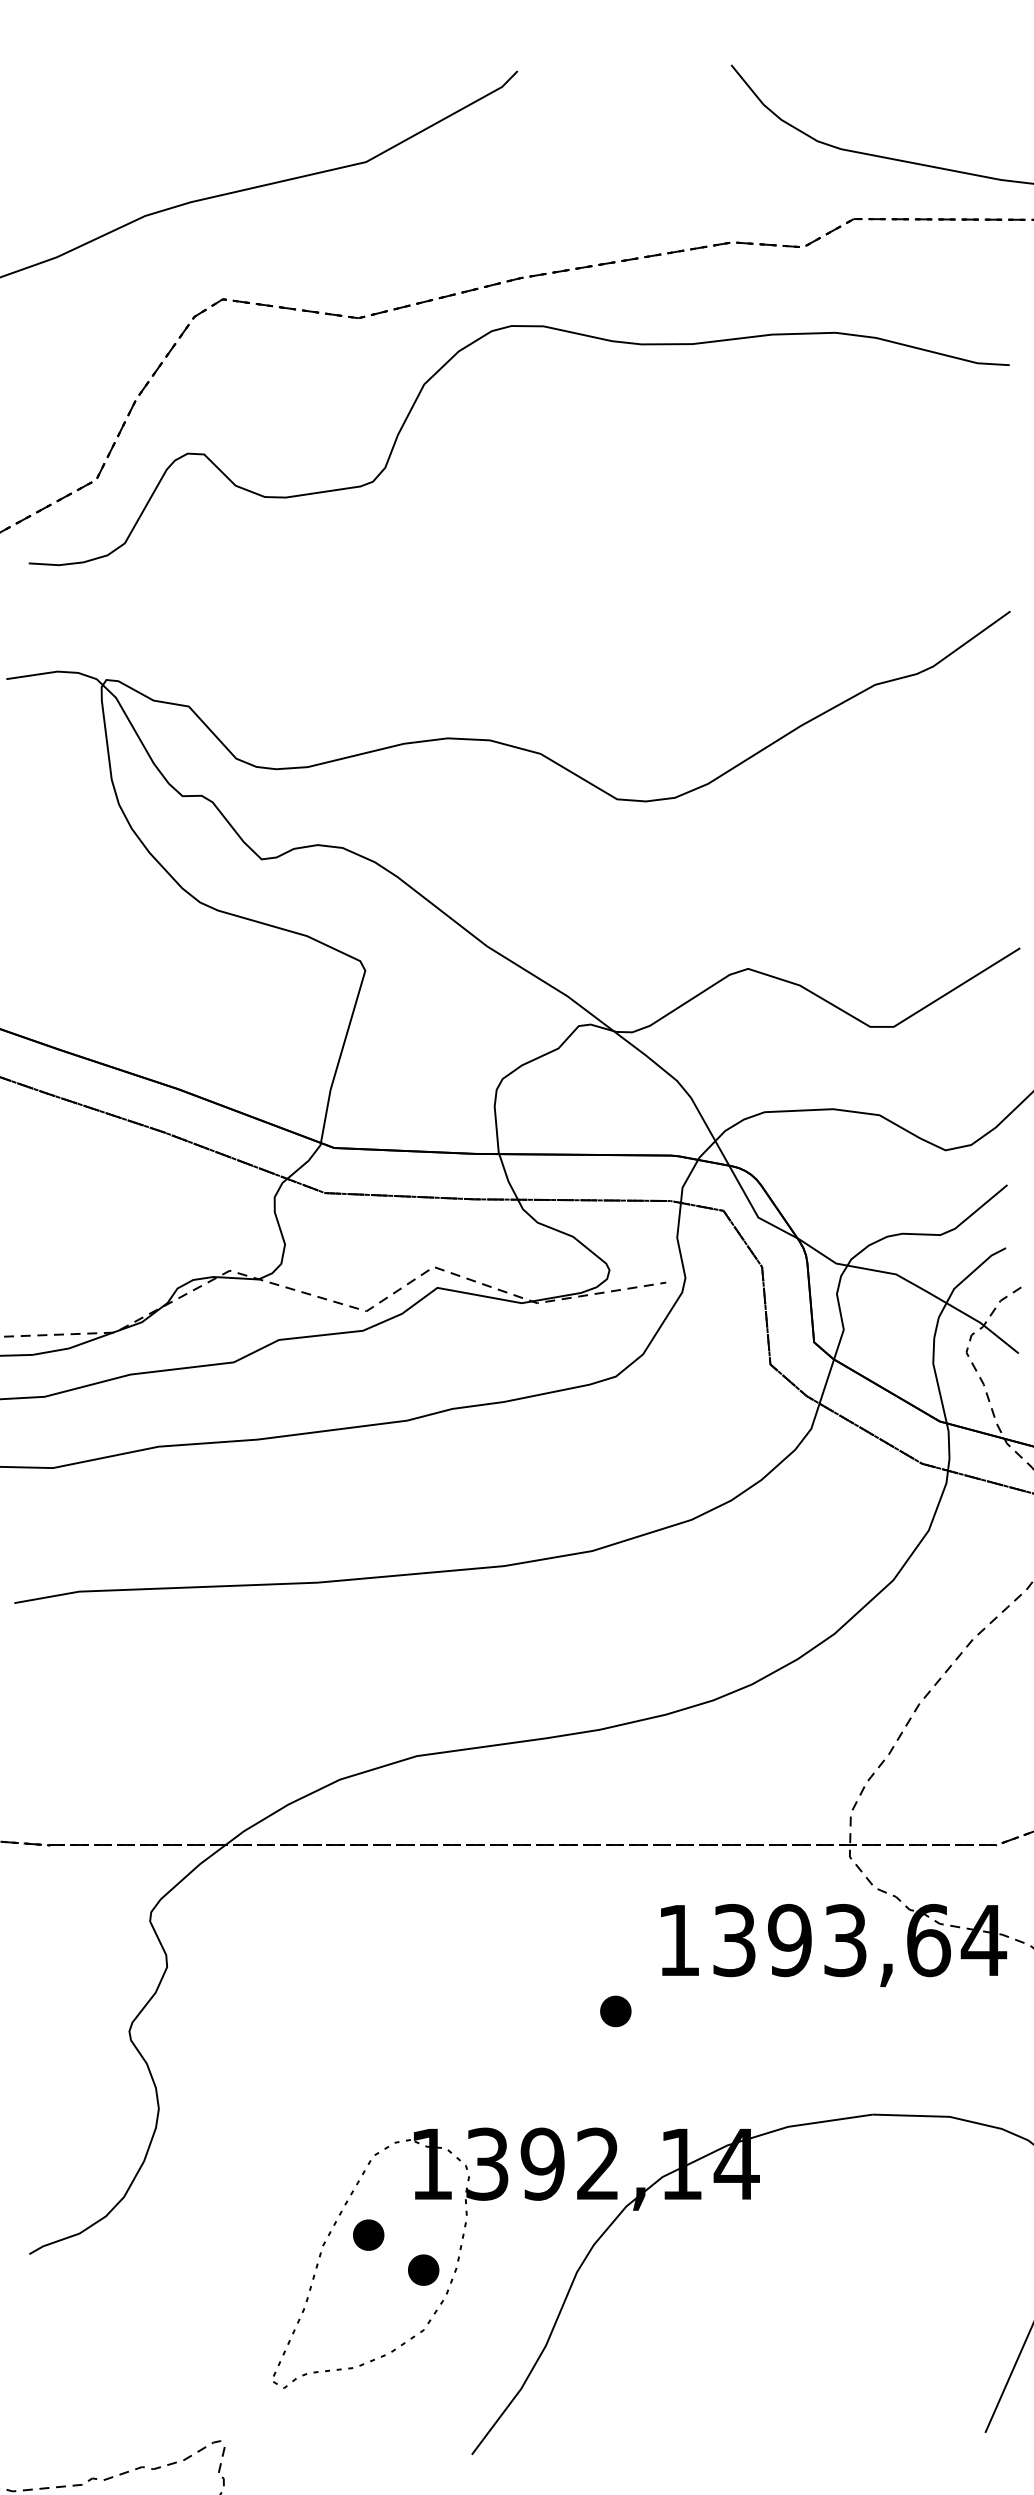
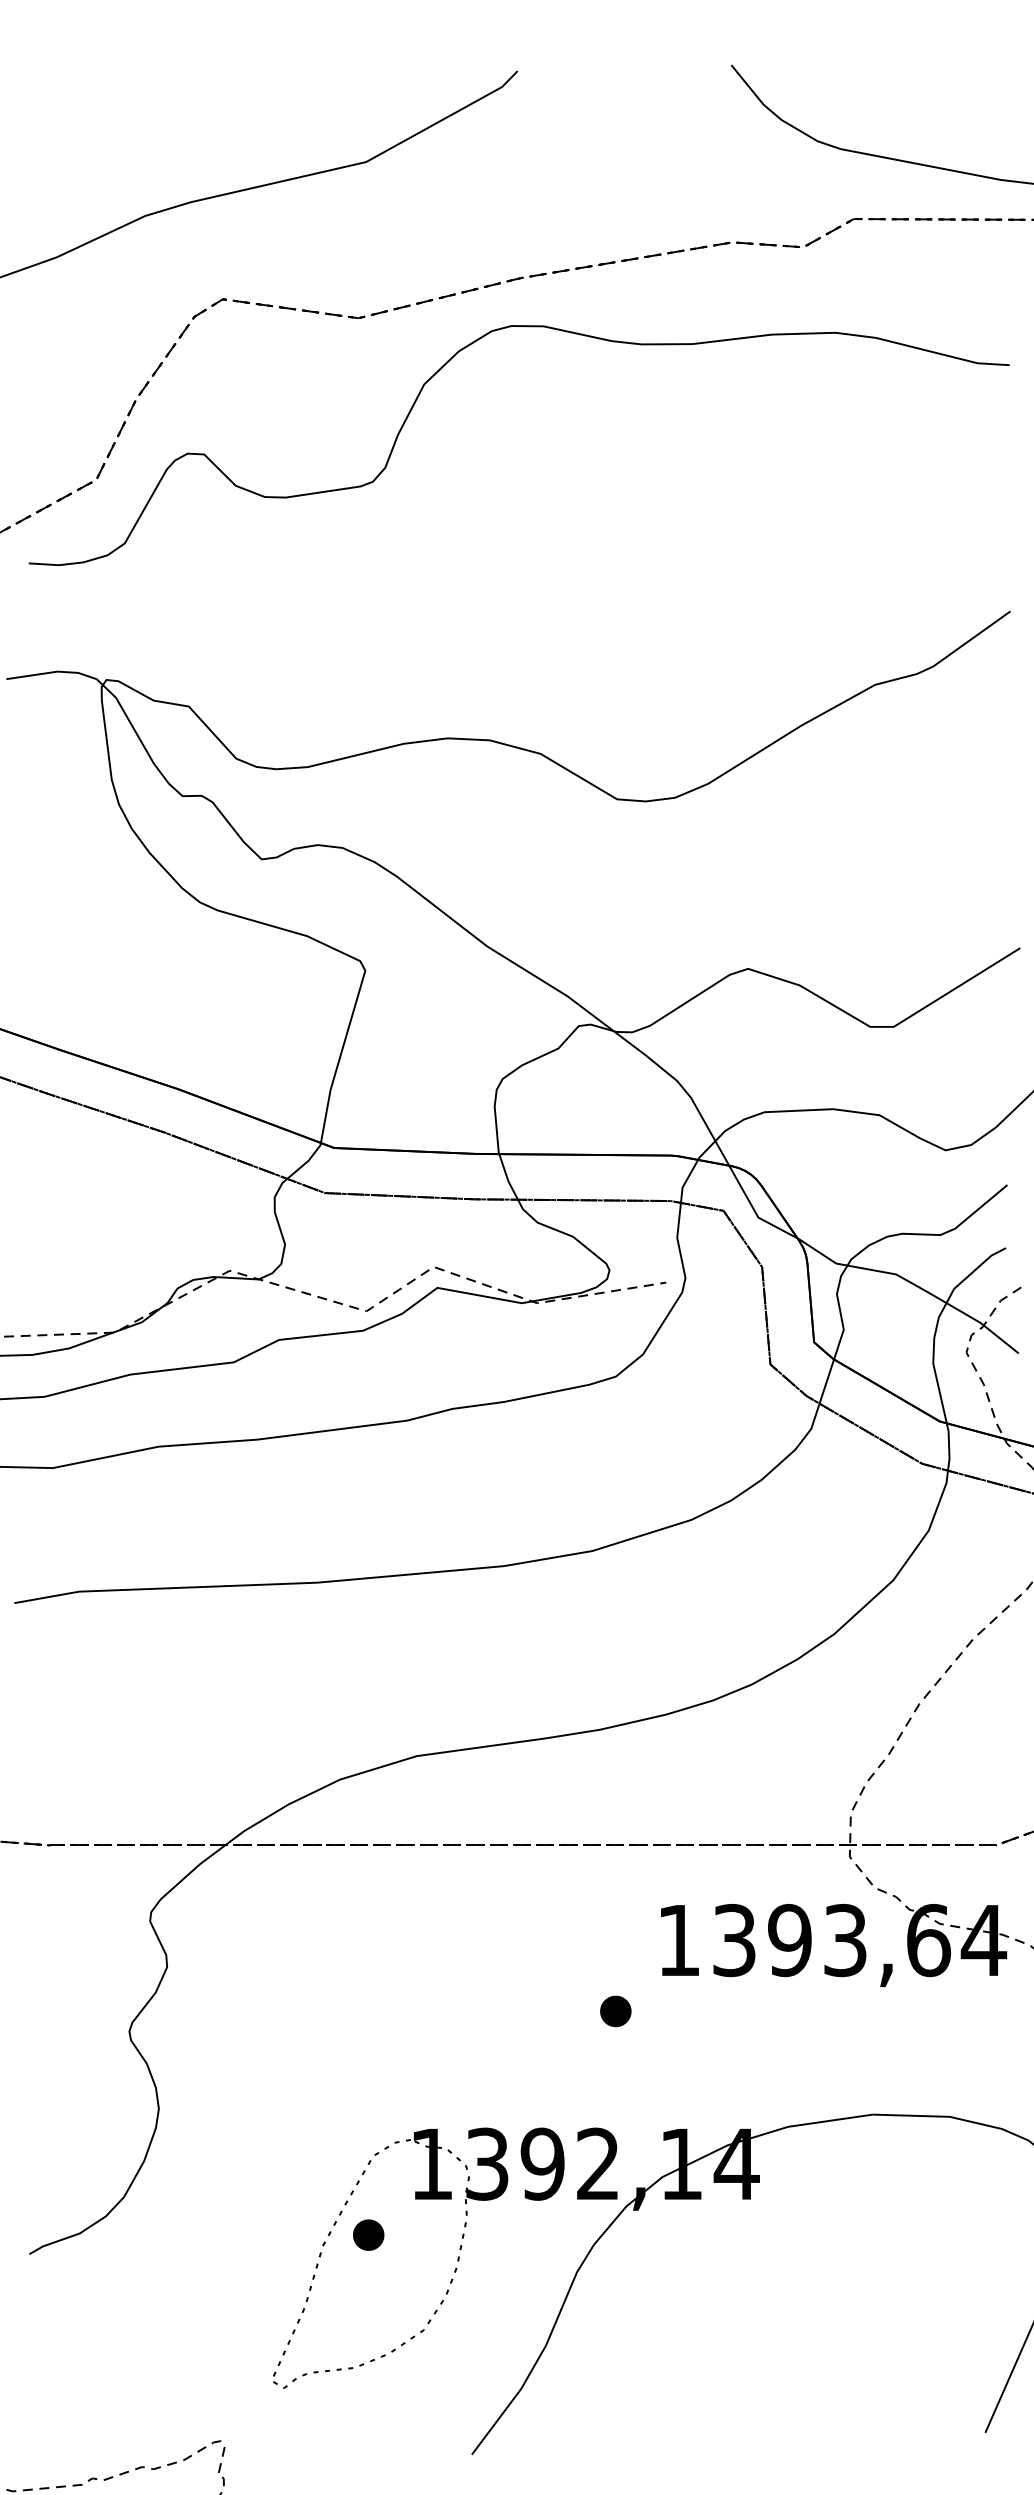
part at (423, 2269): present -> none
